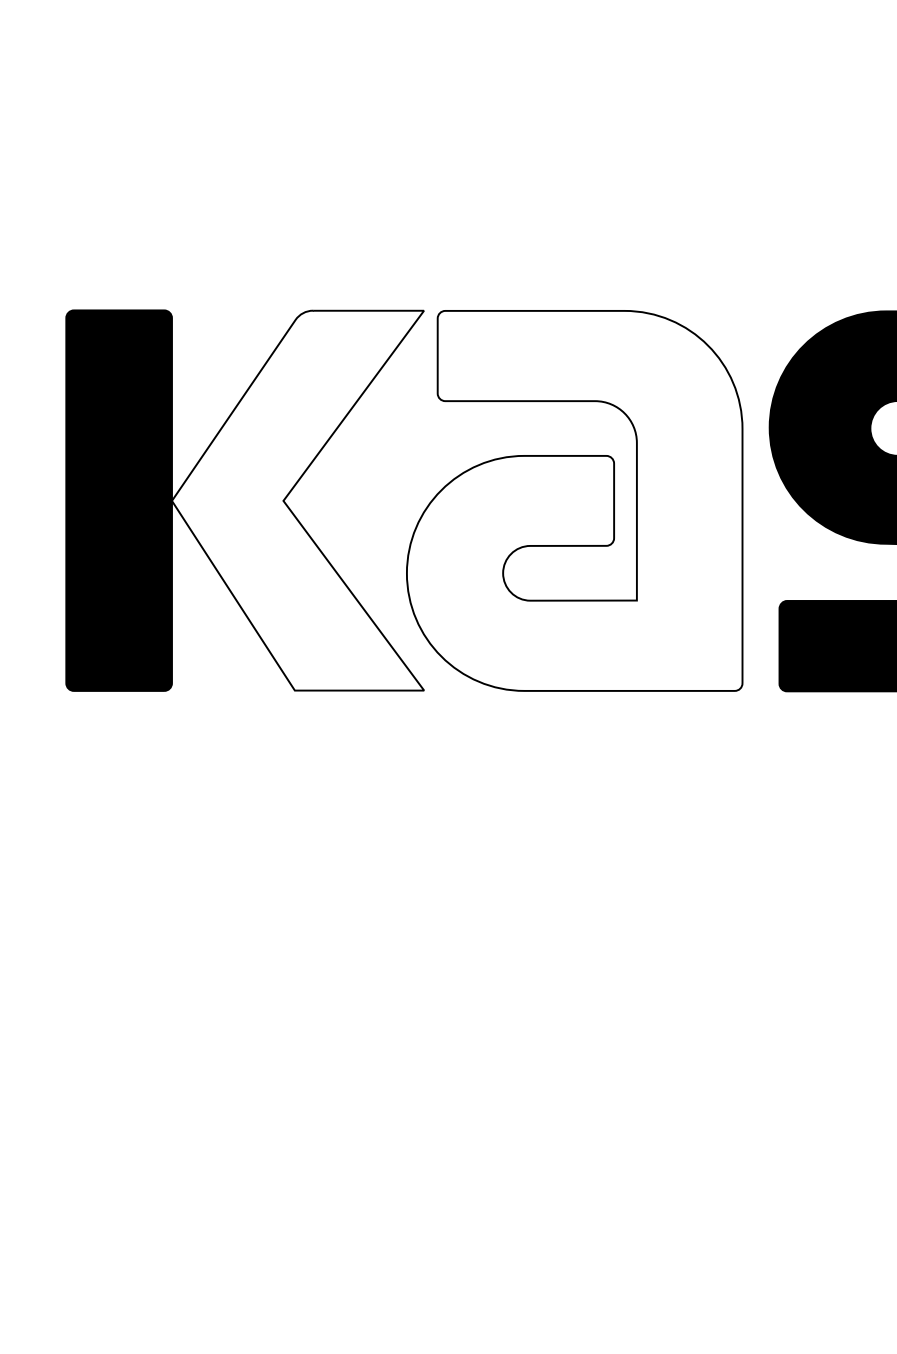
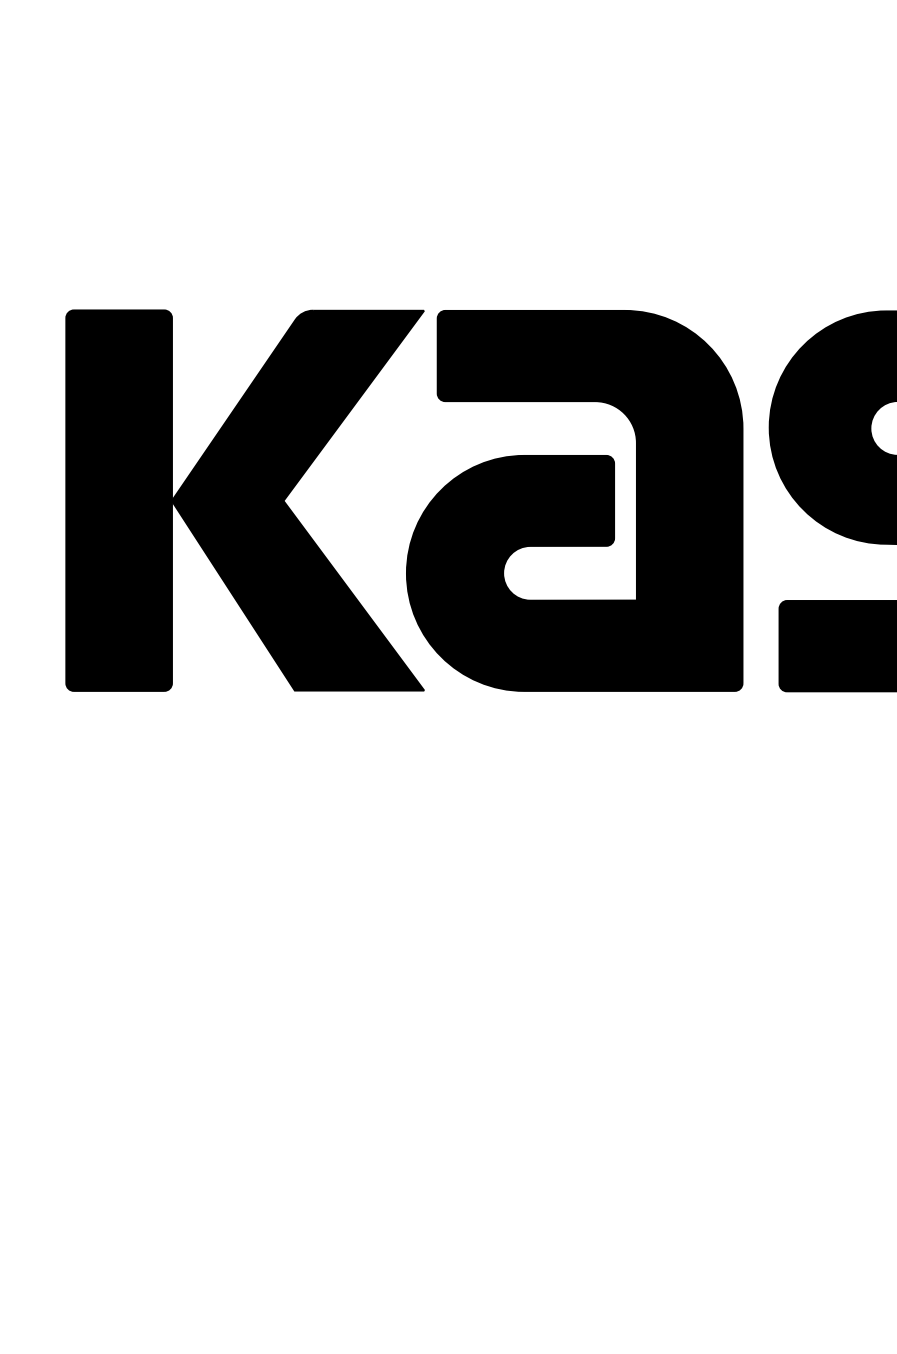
fill at (297, 500): none -> present
fill at (574, 500): none -> present
